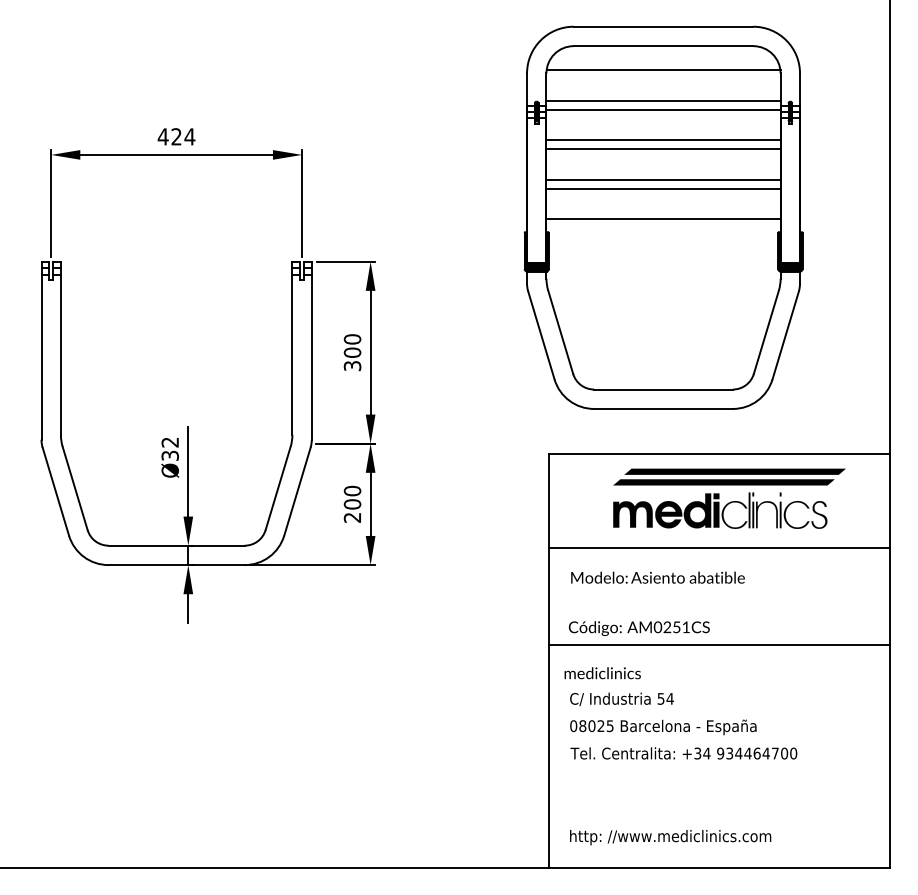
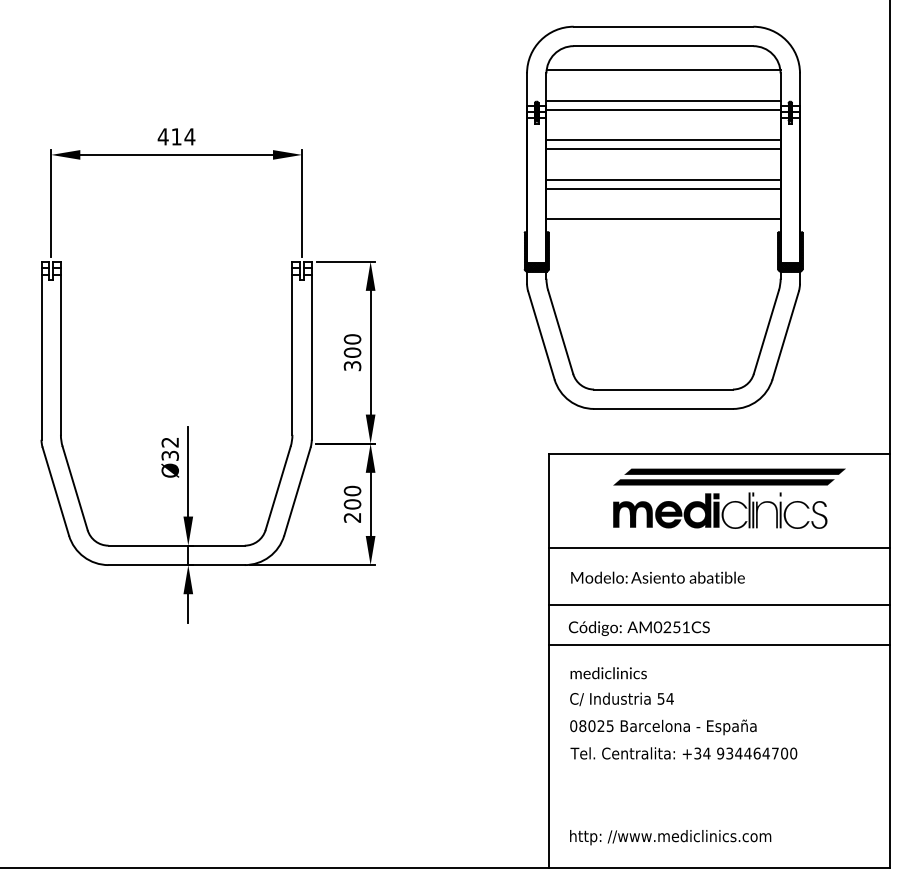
text at (176, 136): 424 -> 414
line at (719, 605): none -> present
text at (602, 673) position: (602, 673) -> (608, 673)
